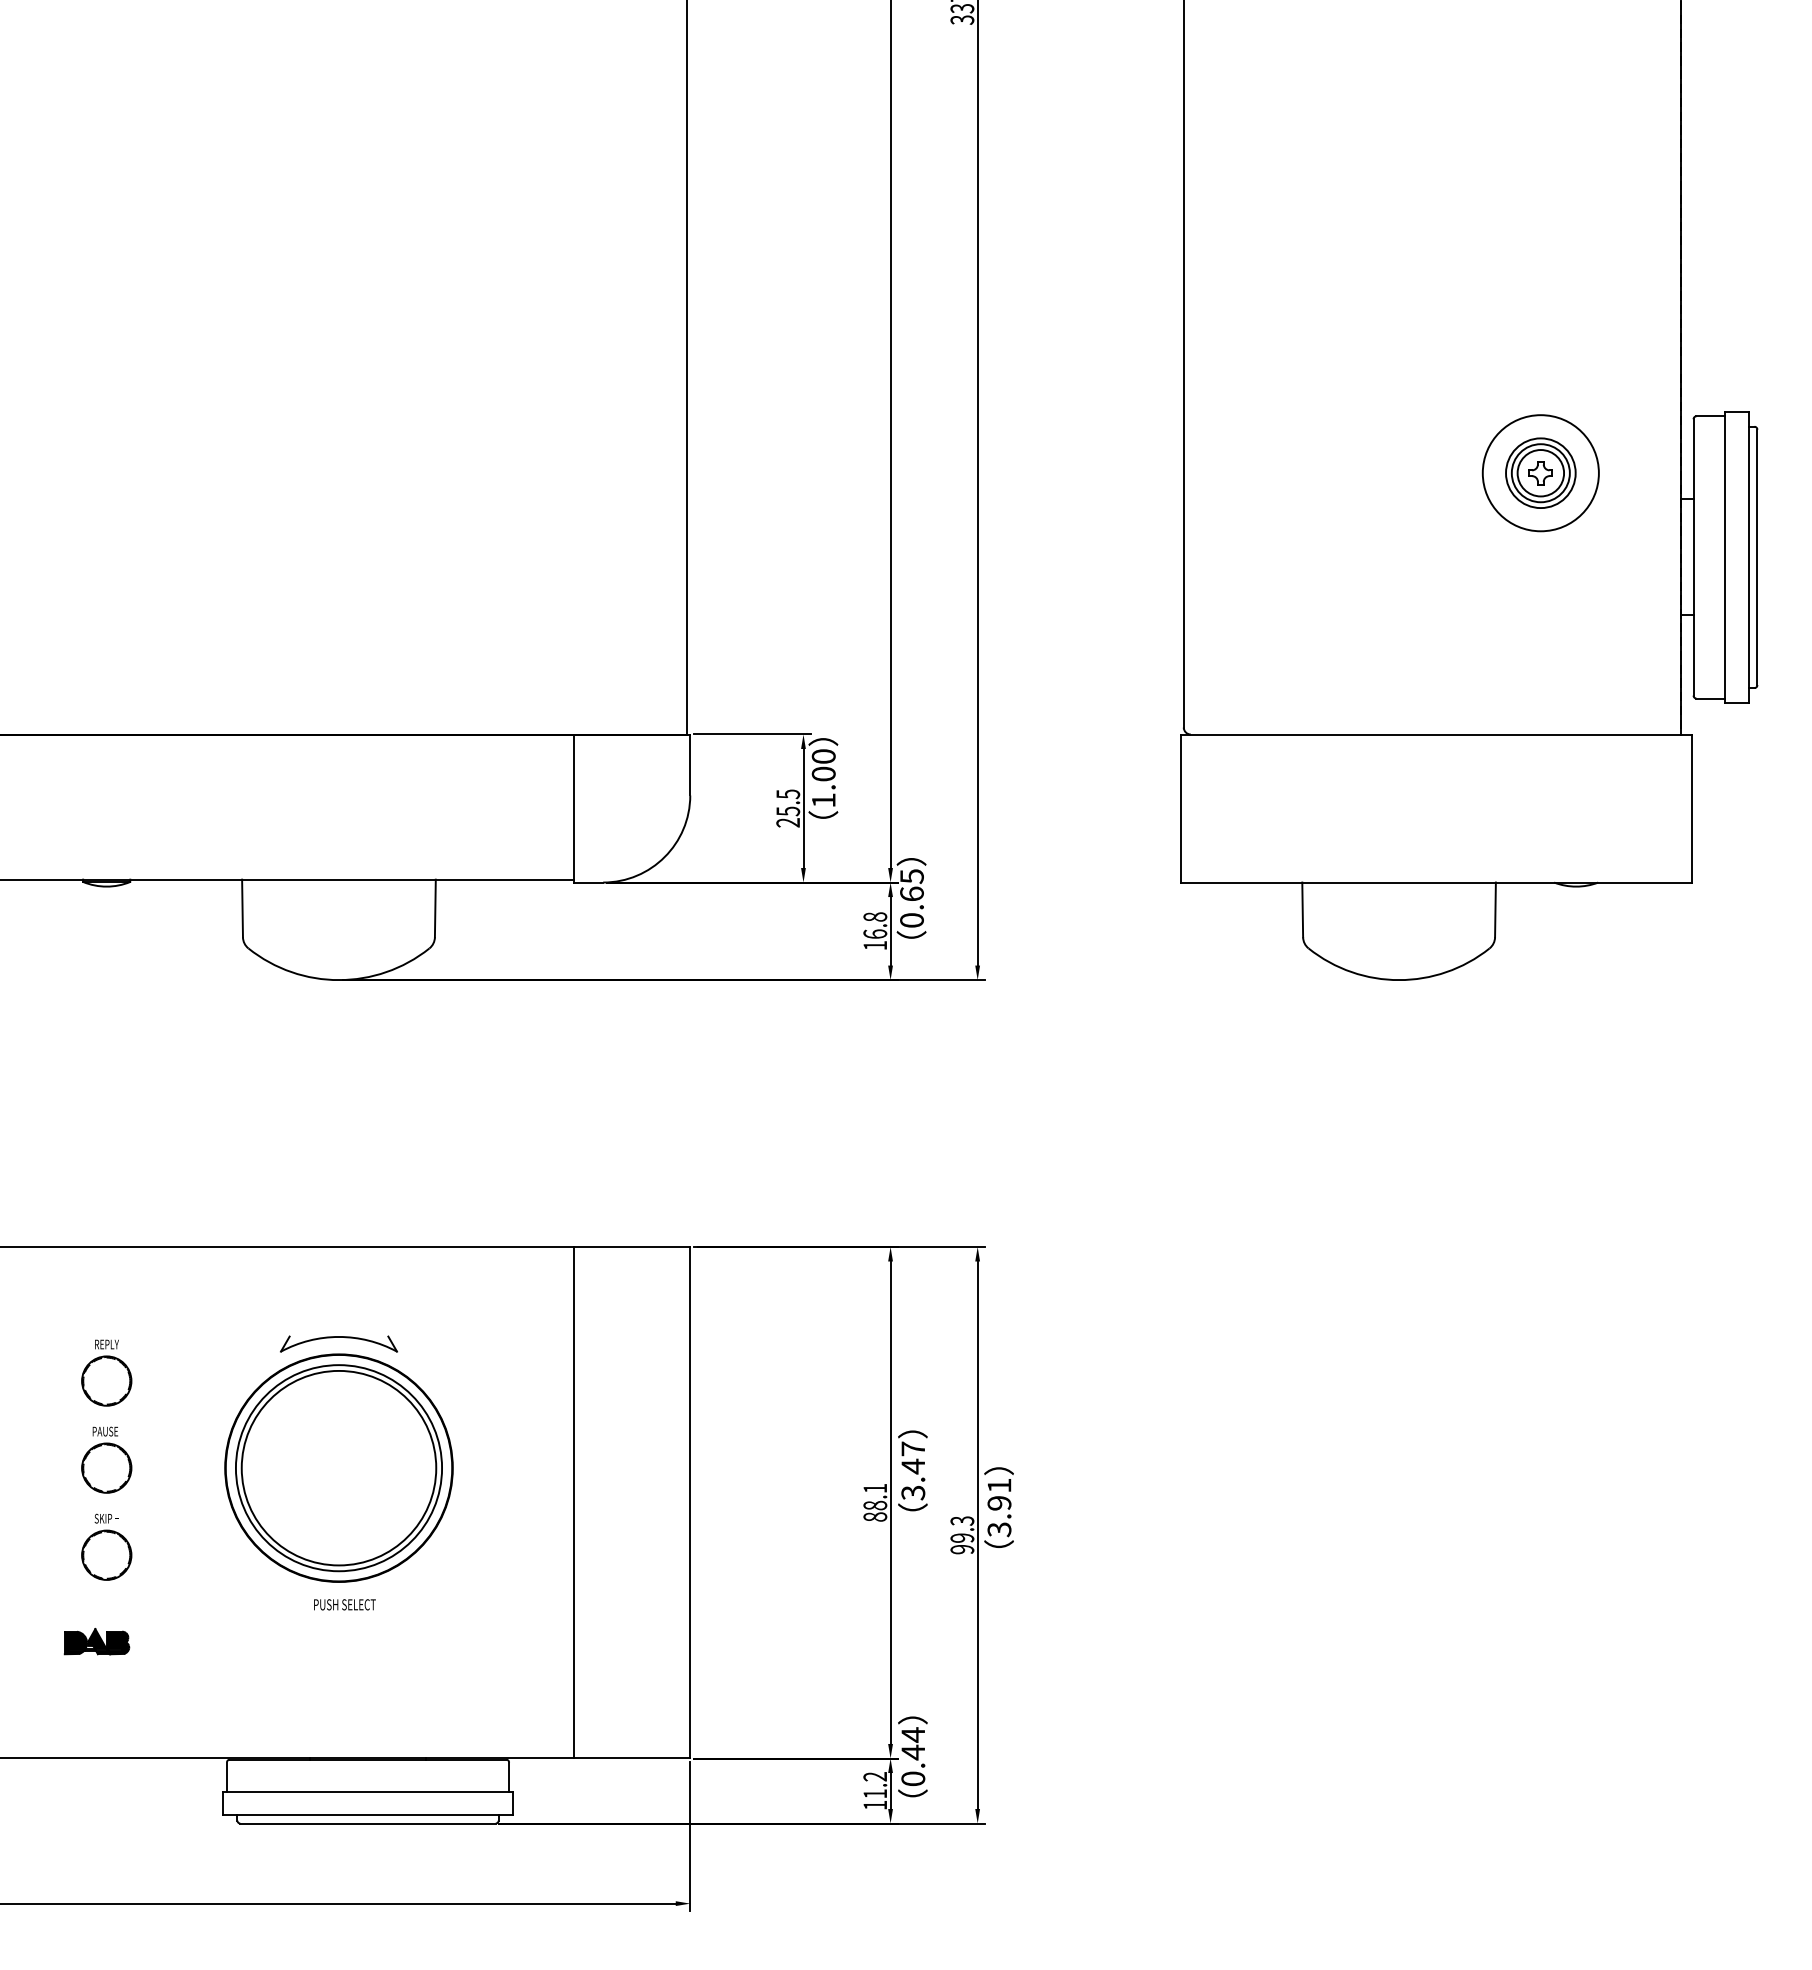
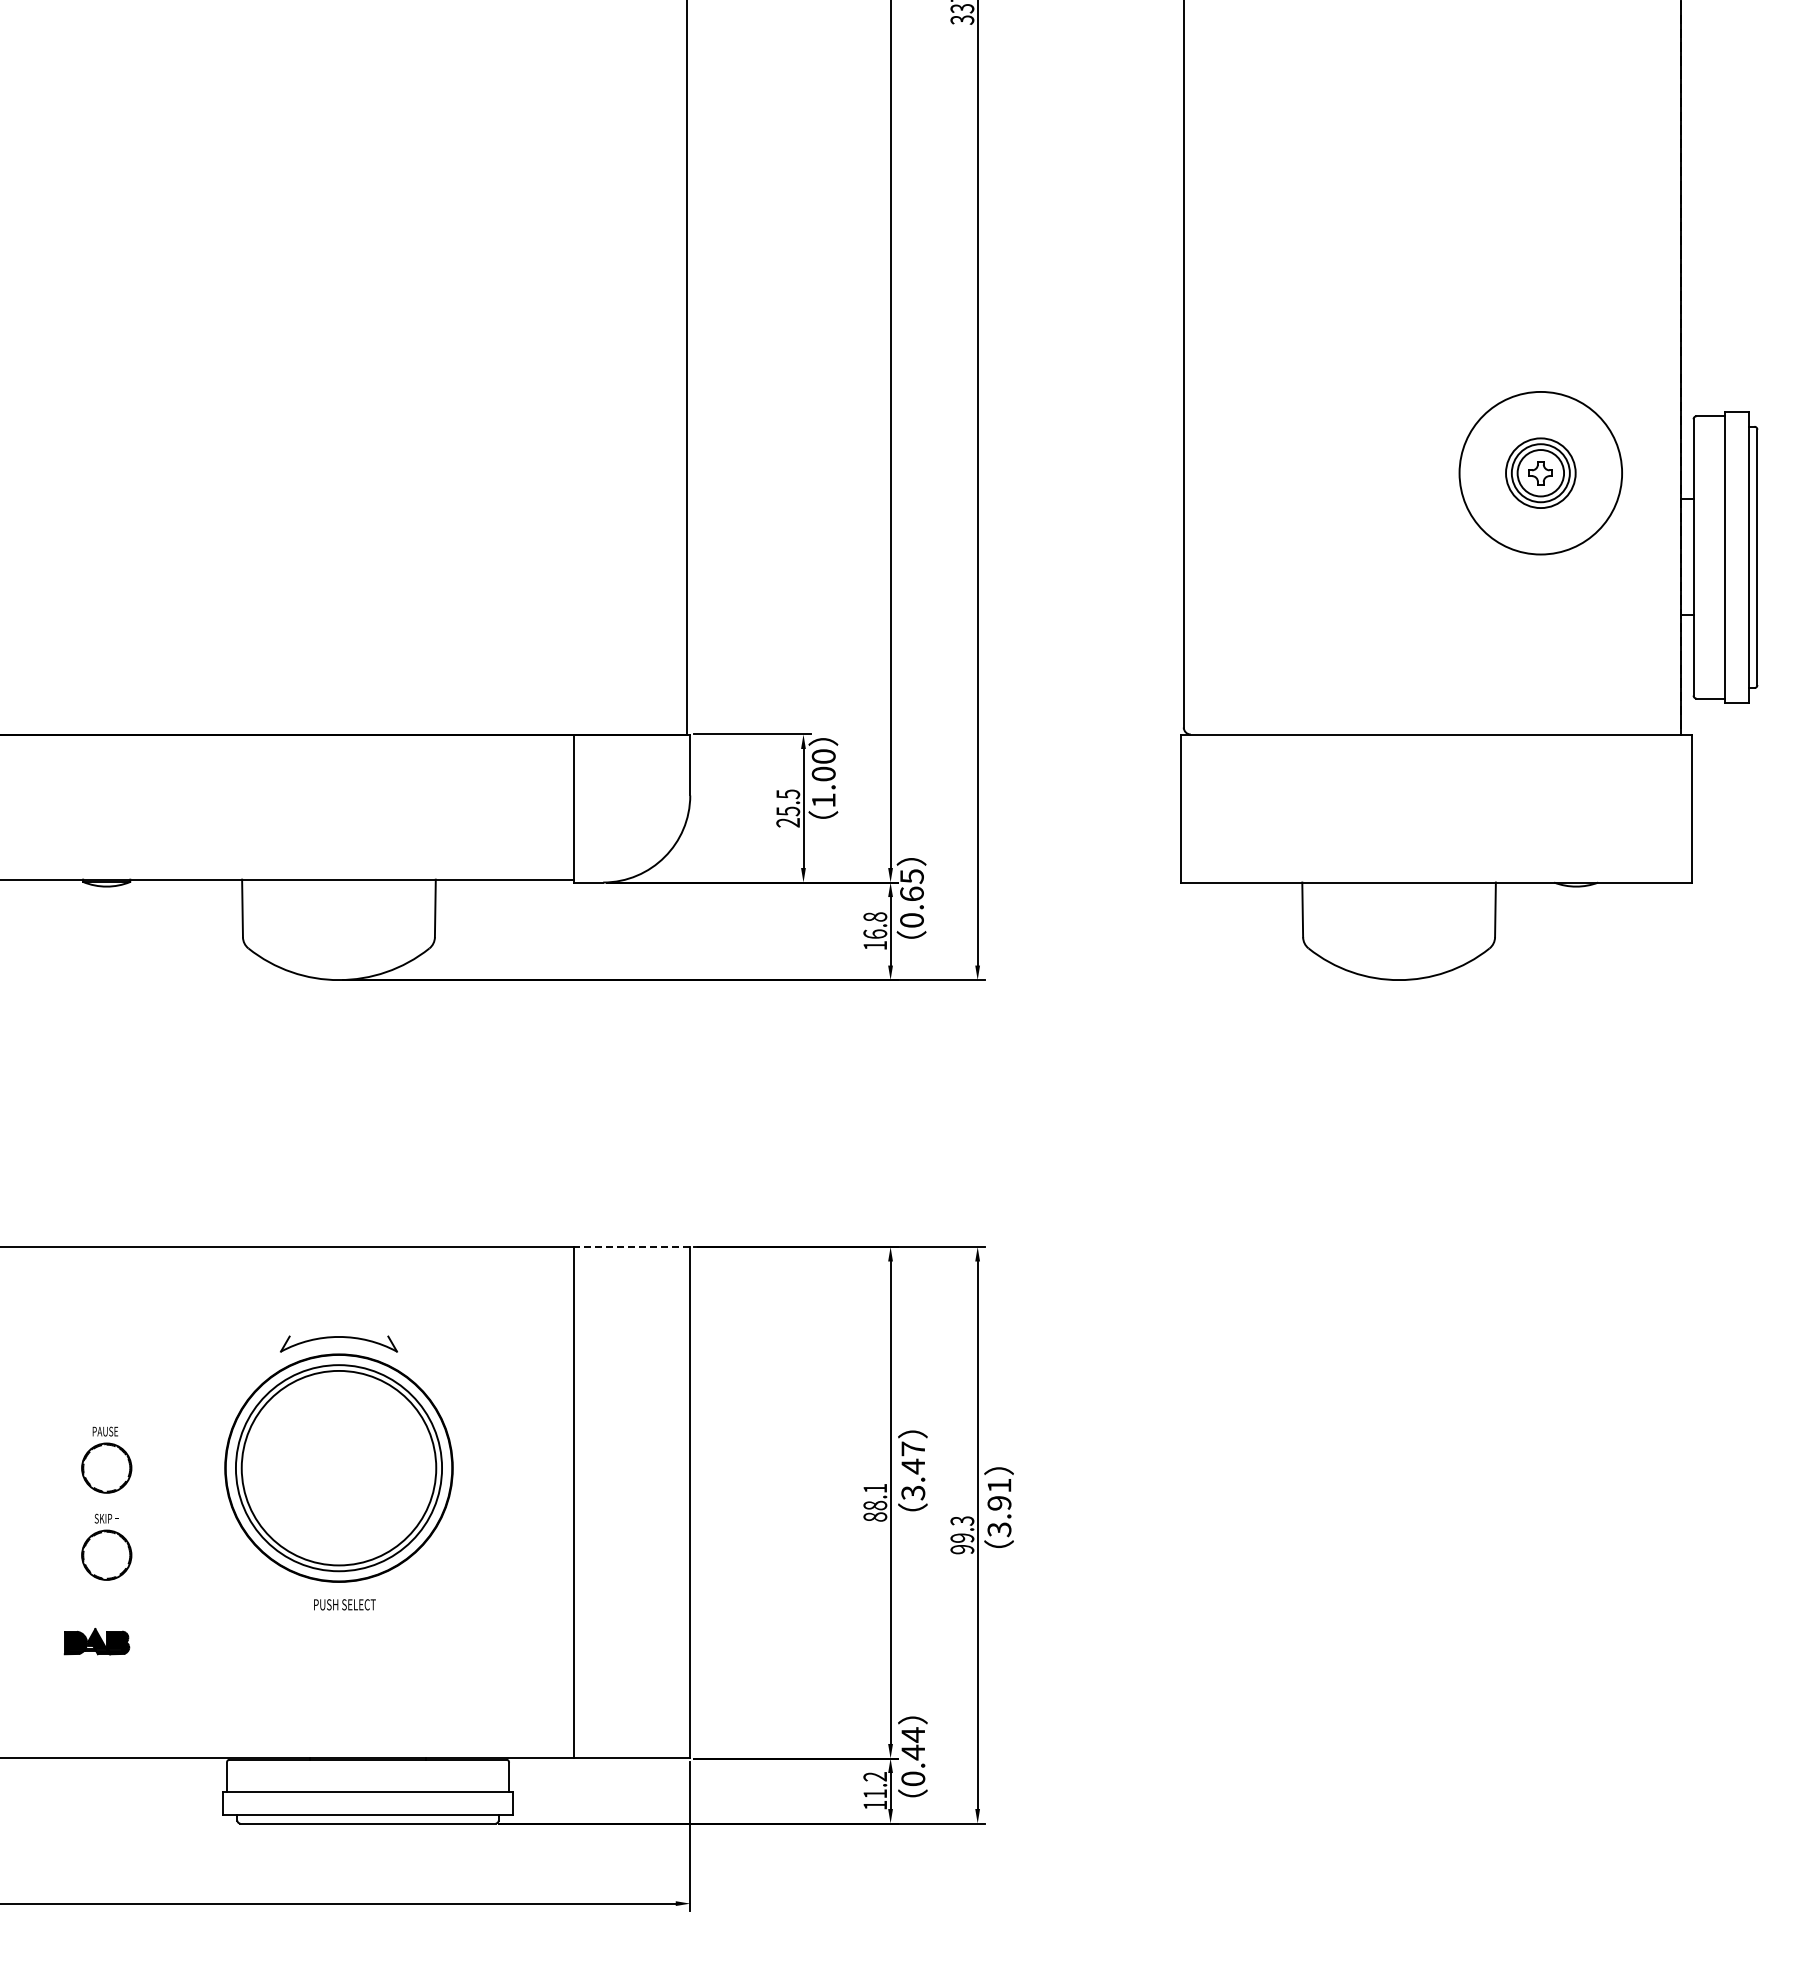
circle at (1540, 473) diameter: 116 px -> 163 px
line at (631, 1246): solid -> dashed
part at (106, 1372): present -> none
